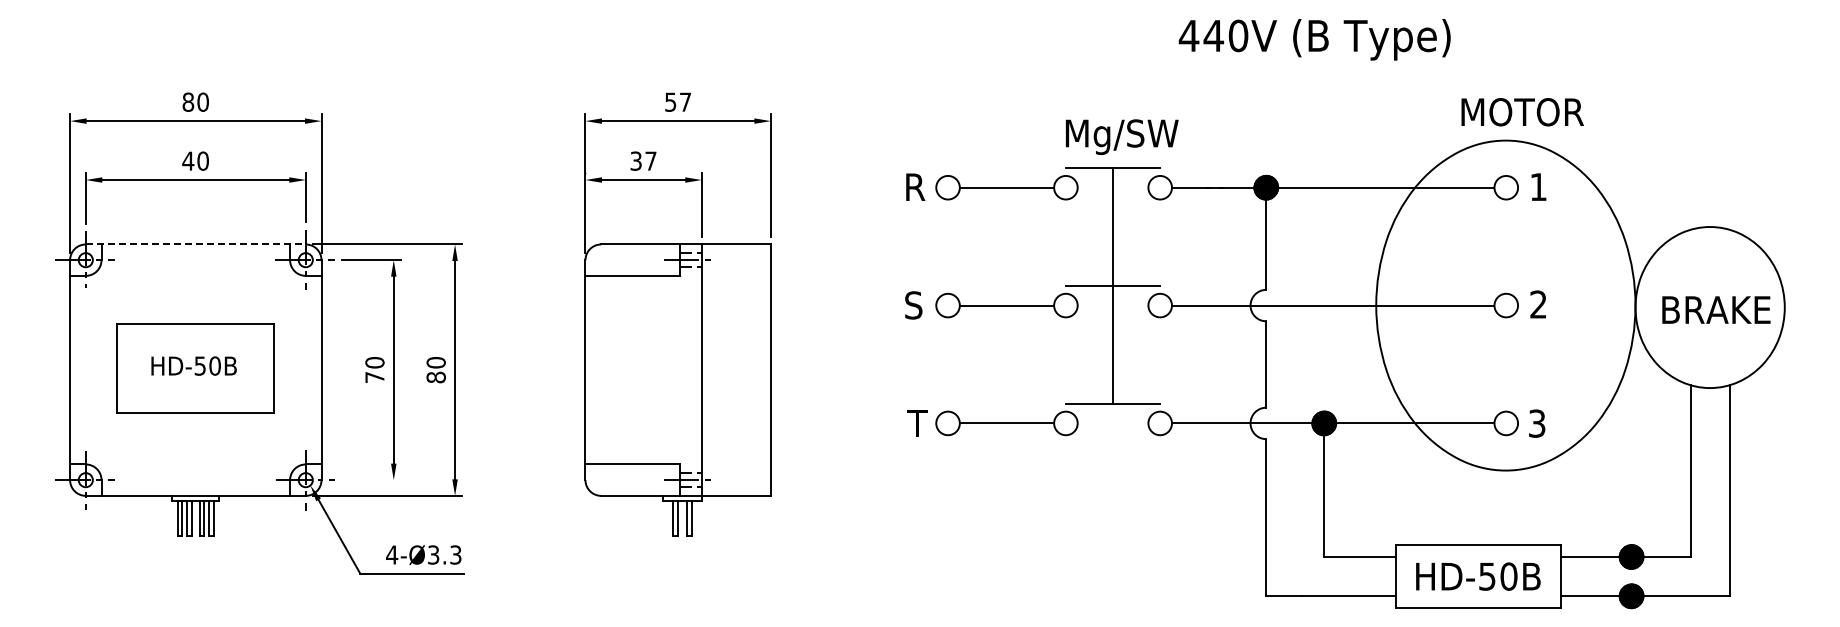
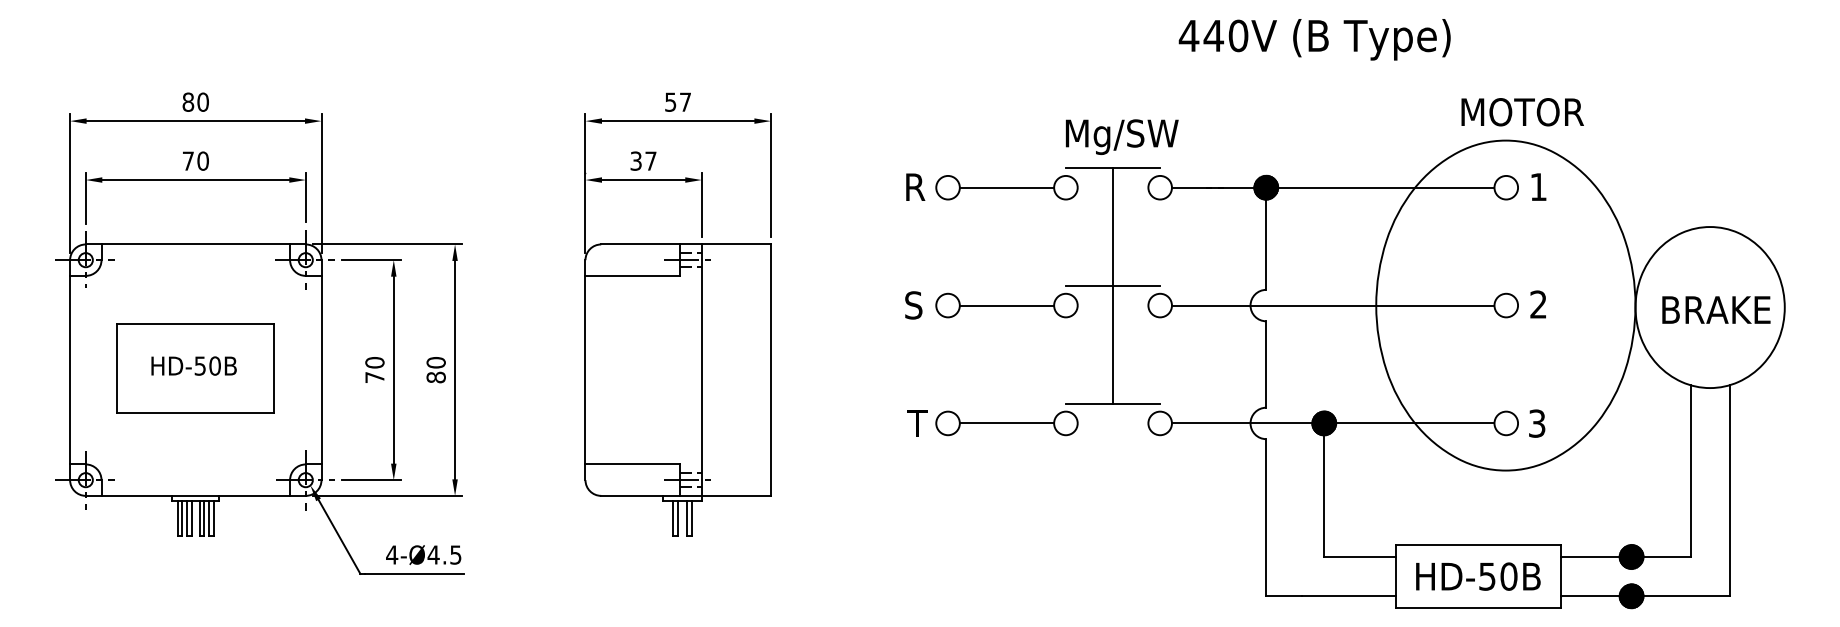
text at (188, 160): 40 -> 70
line at (195, 244): dashed -> solid
line at (371, 480): none -> present
text at (444, 554): 4-Ø3.3 -> 4-Ø4.5
